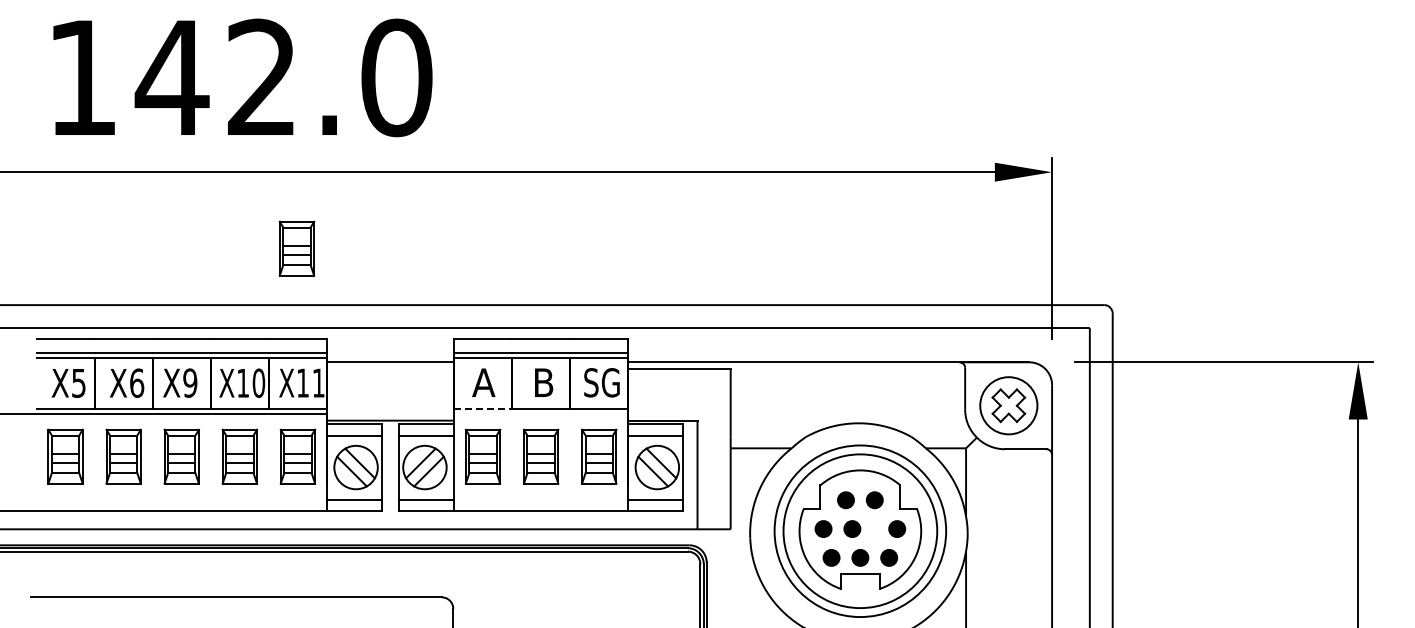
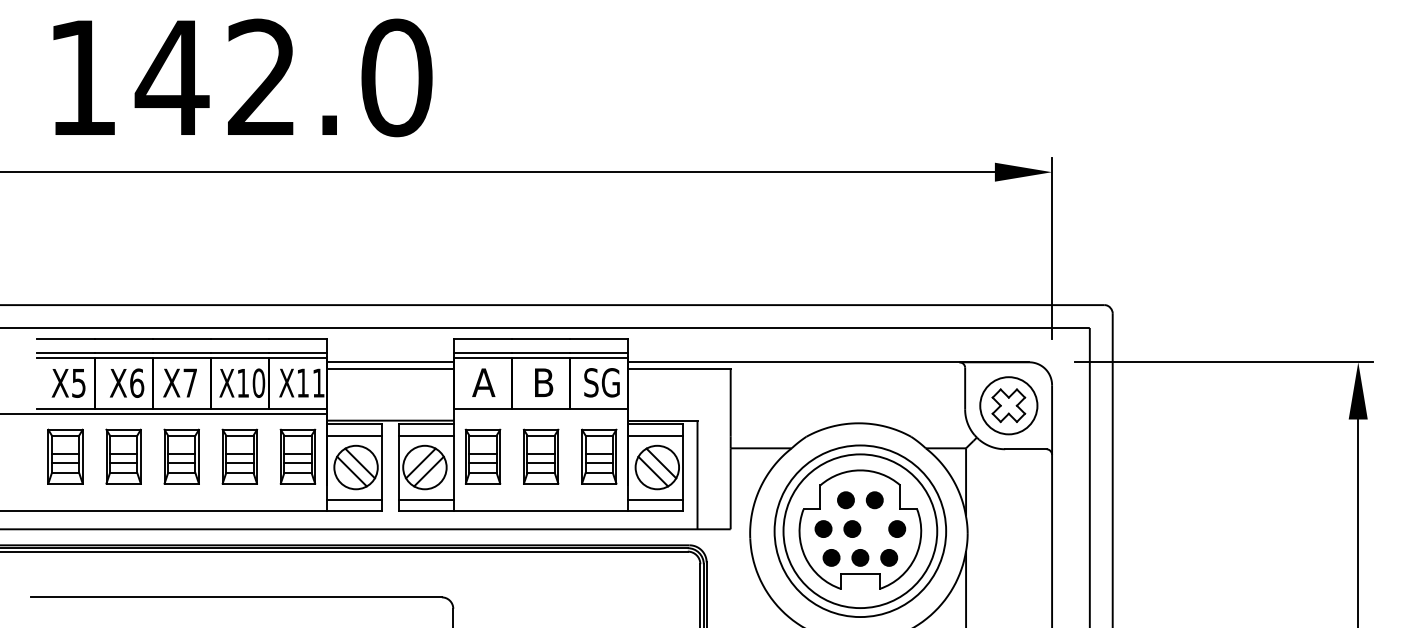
part at (296, 248): present -> none
line at (390, 368): none -> present
text at (190, 382): X9 -> X7
line at (483, 409): dashed -> solid
